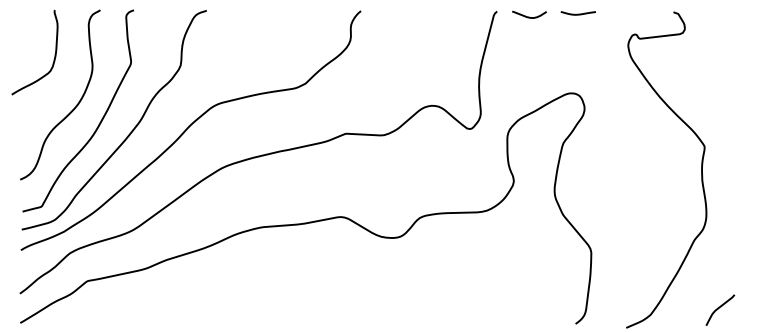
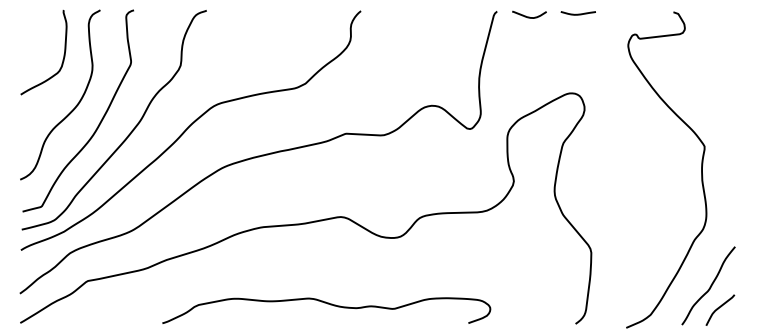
curve at (54, 54) position: (54, 54) -> (63, 54)
curve at (709, 286): none -> present
curve at (327, 304): none -> present
